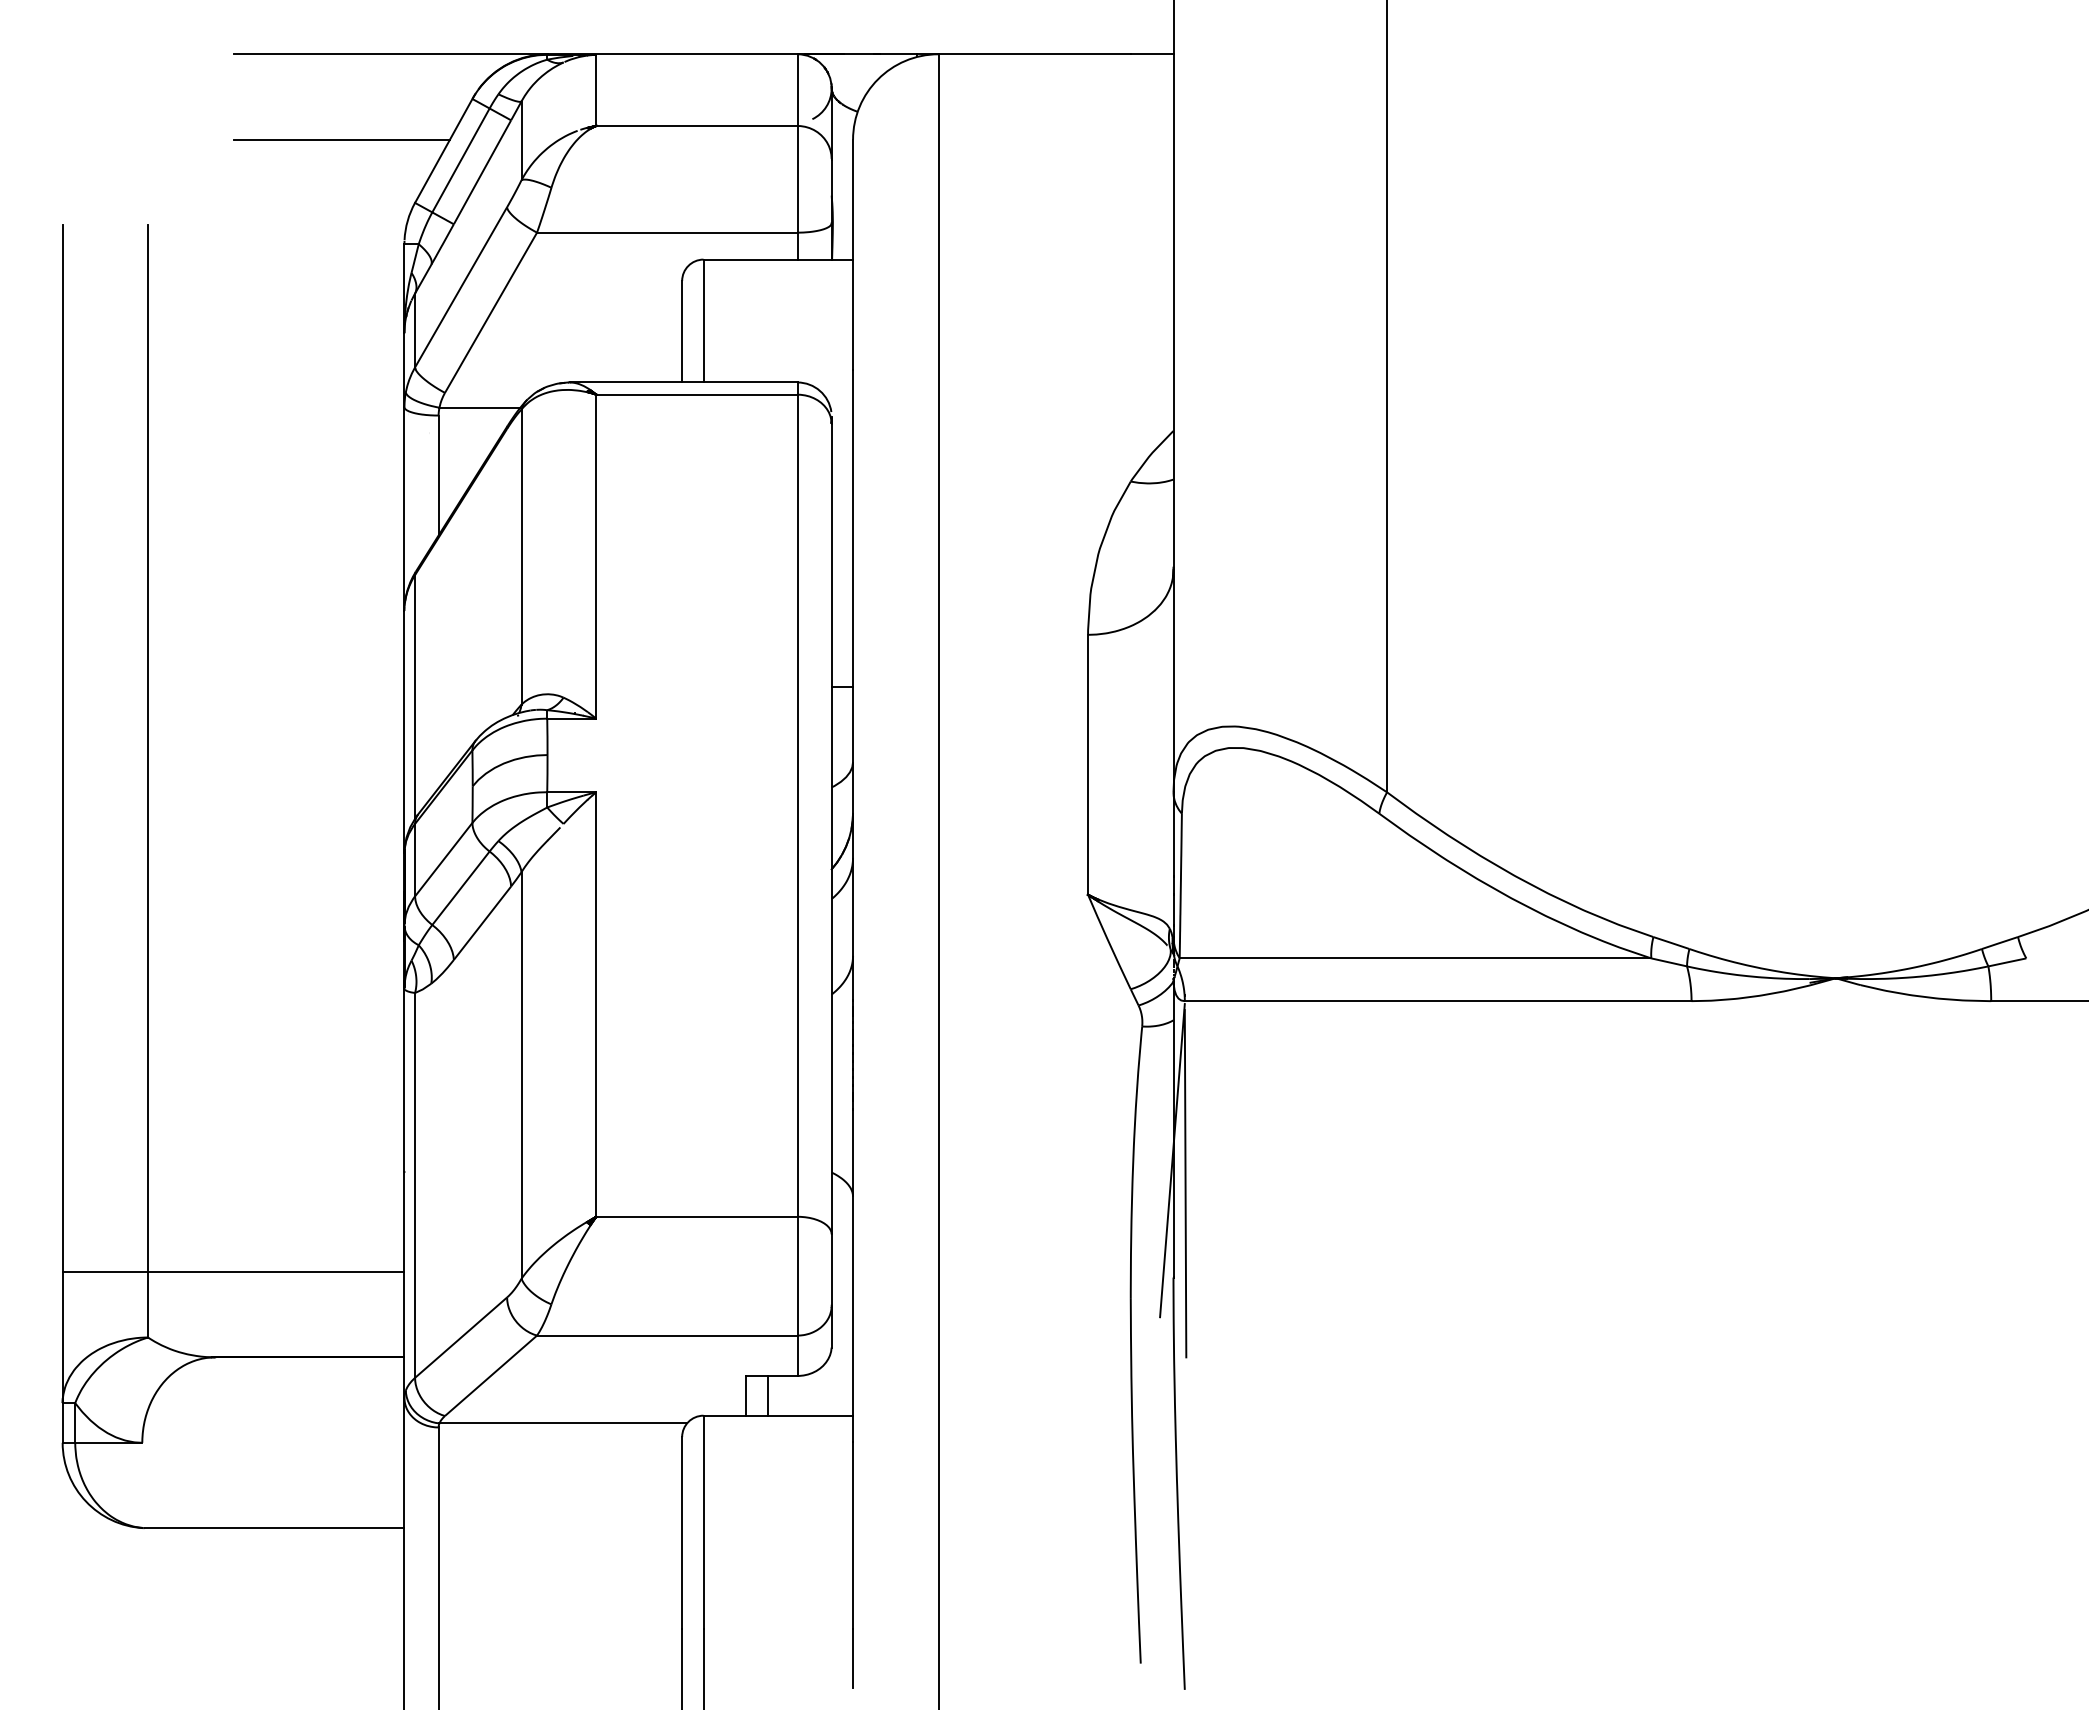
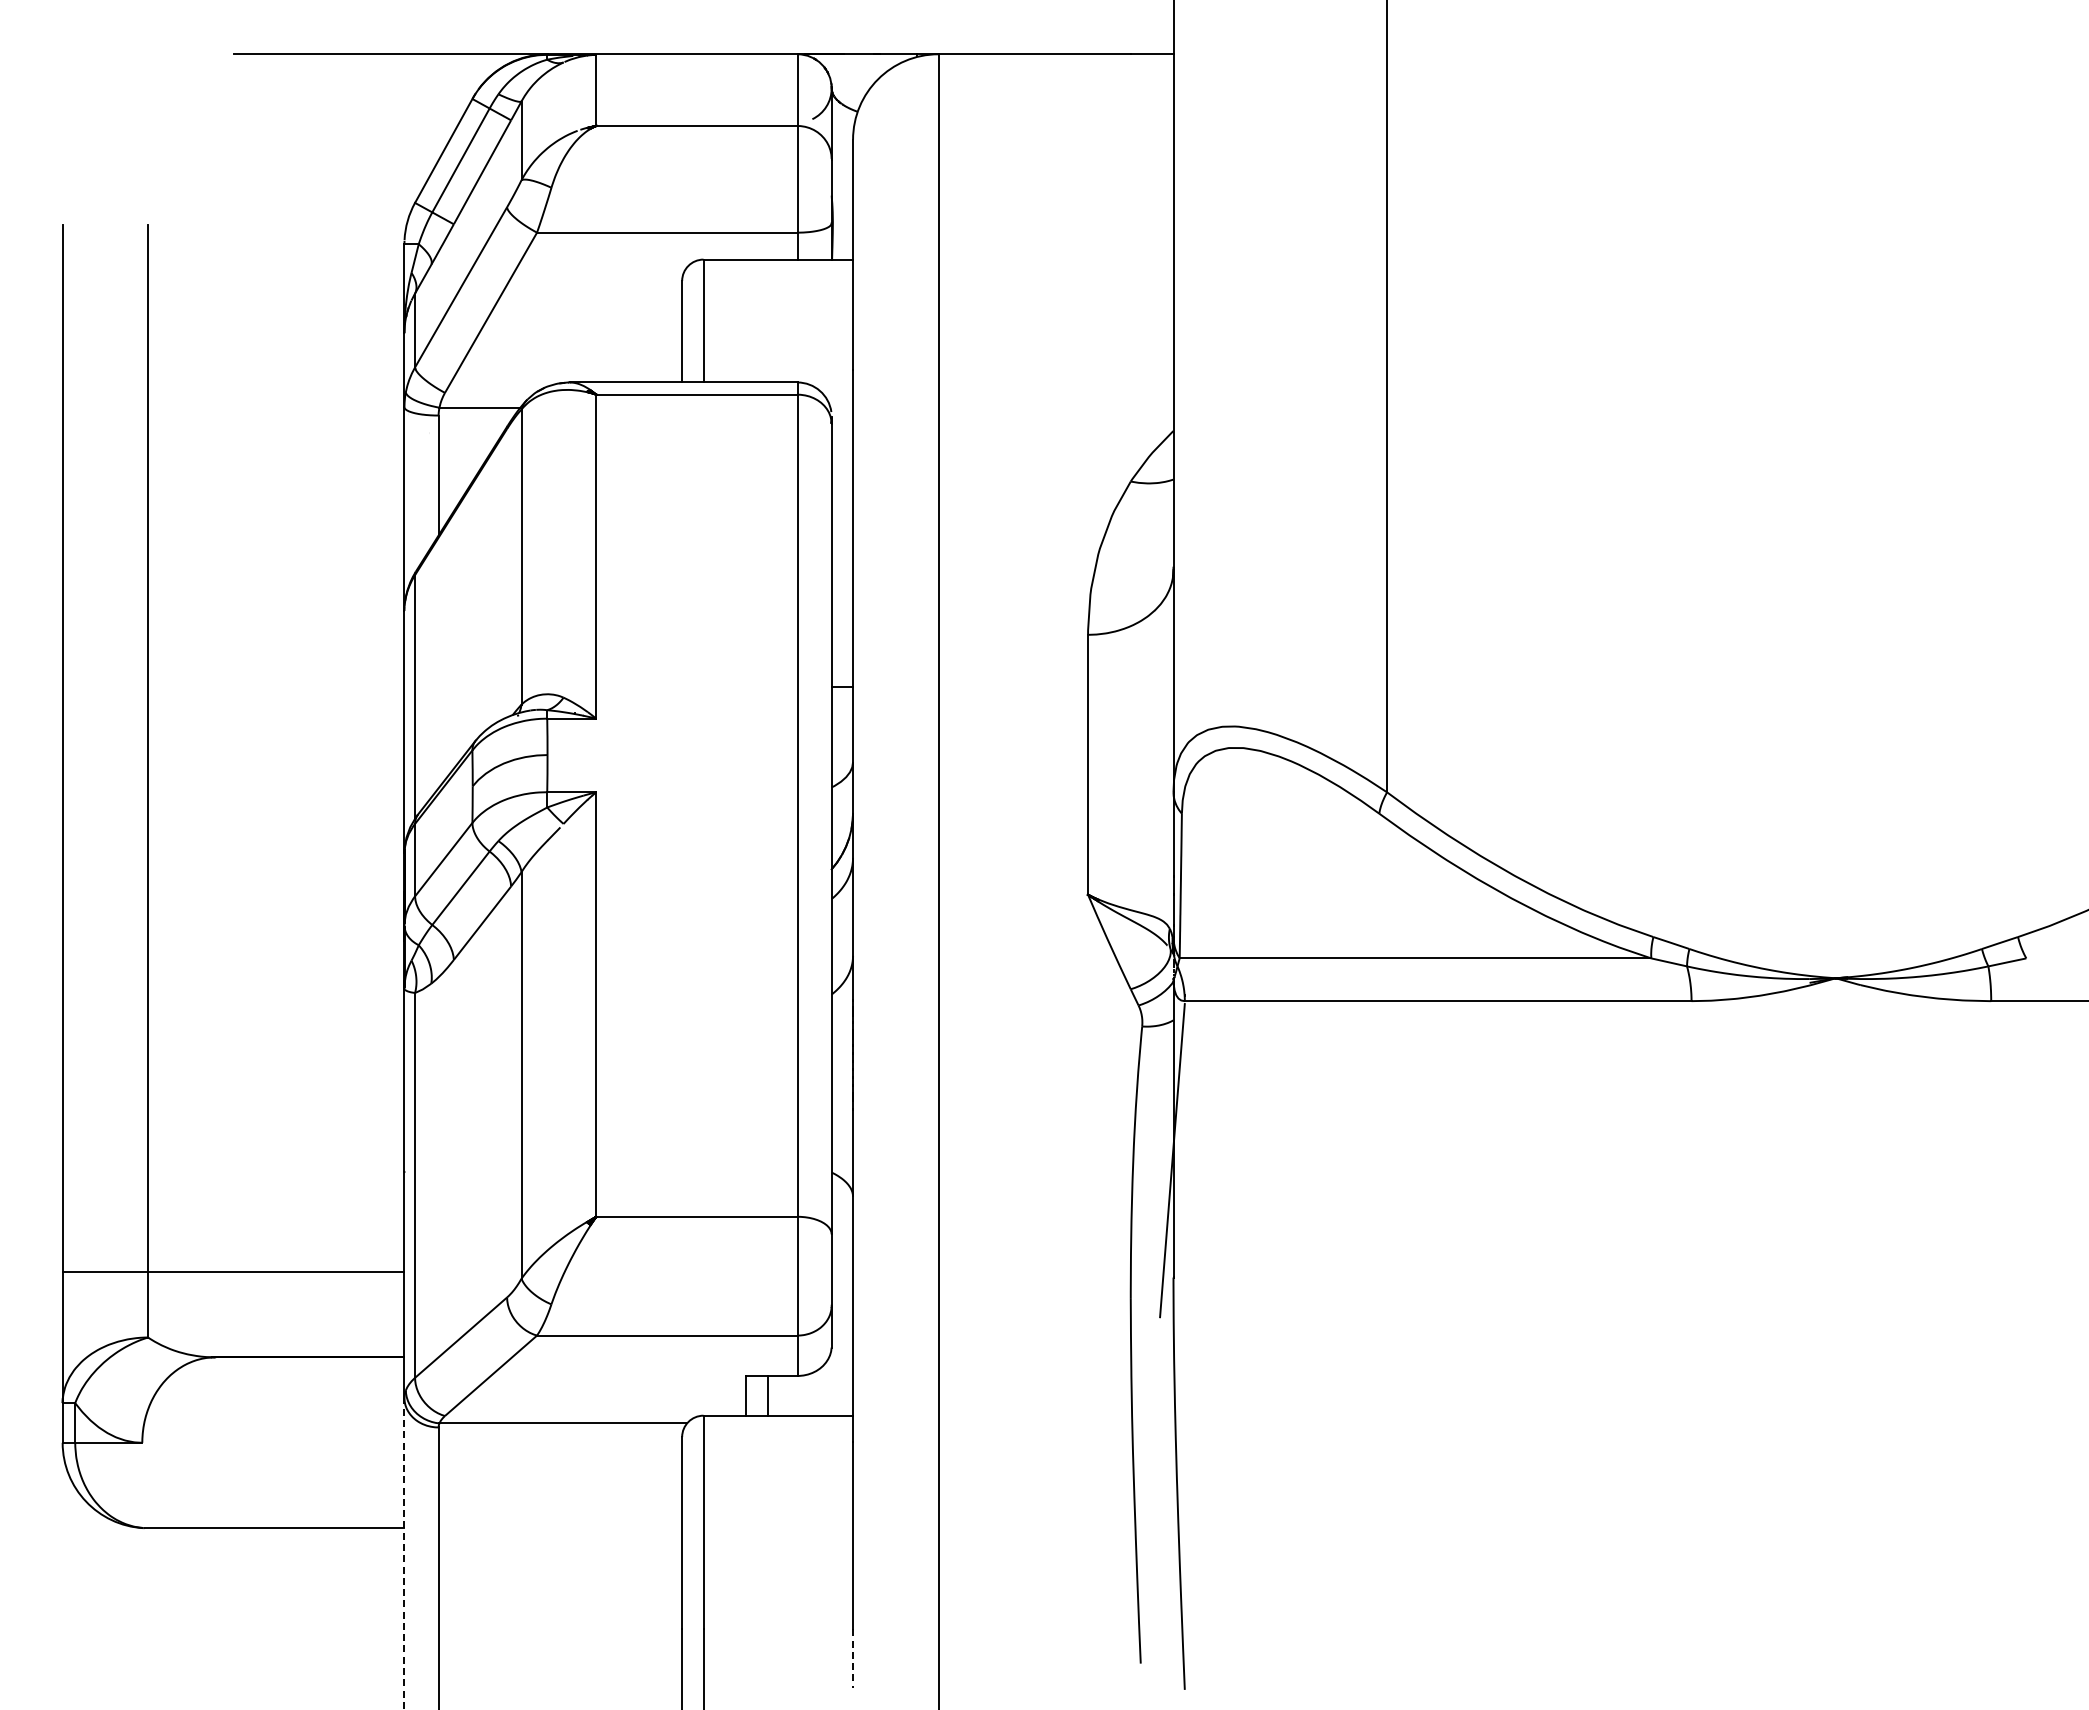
line at (341, 139): present -> none
line at (1185, 1183): present -> none
line at (404, 1553): solid -> dashed
line at (853, 1658): solid -> dashed
